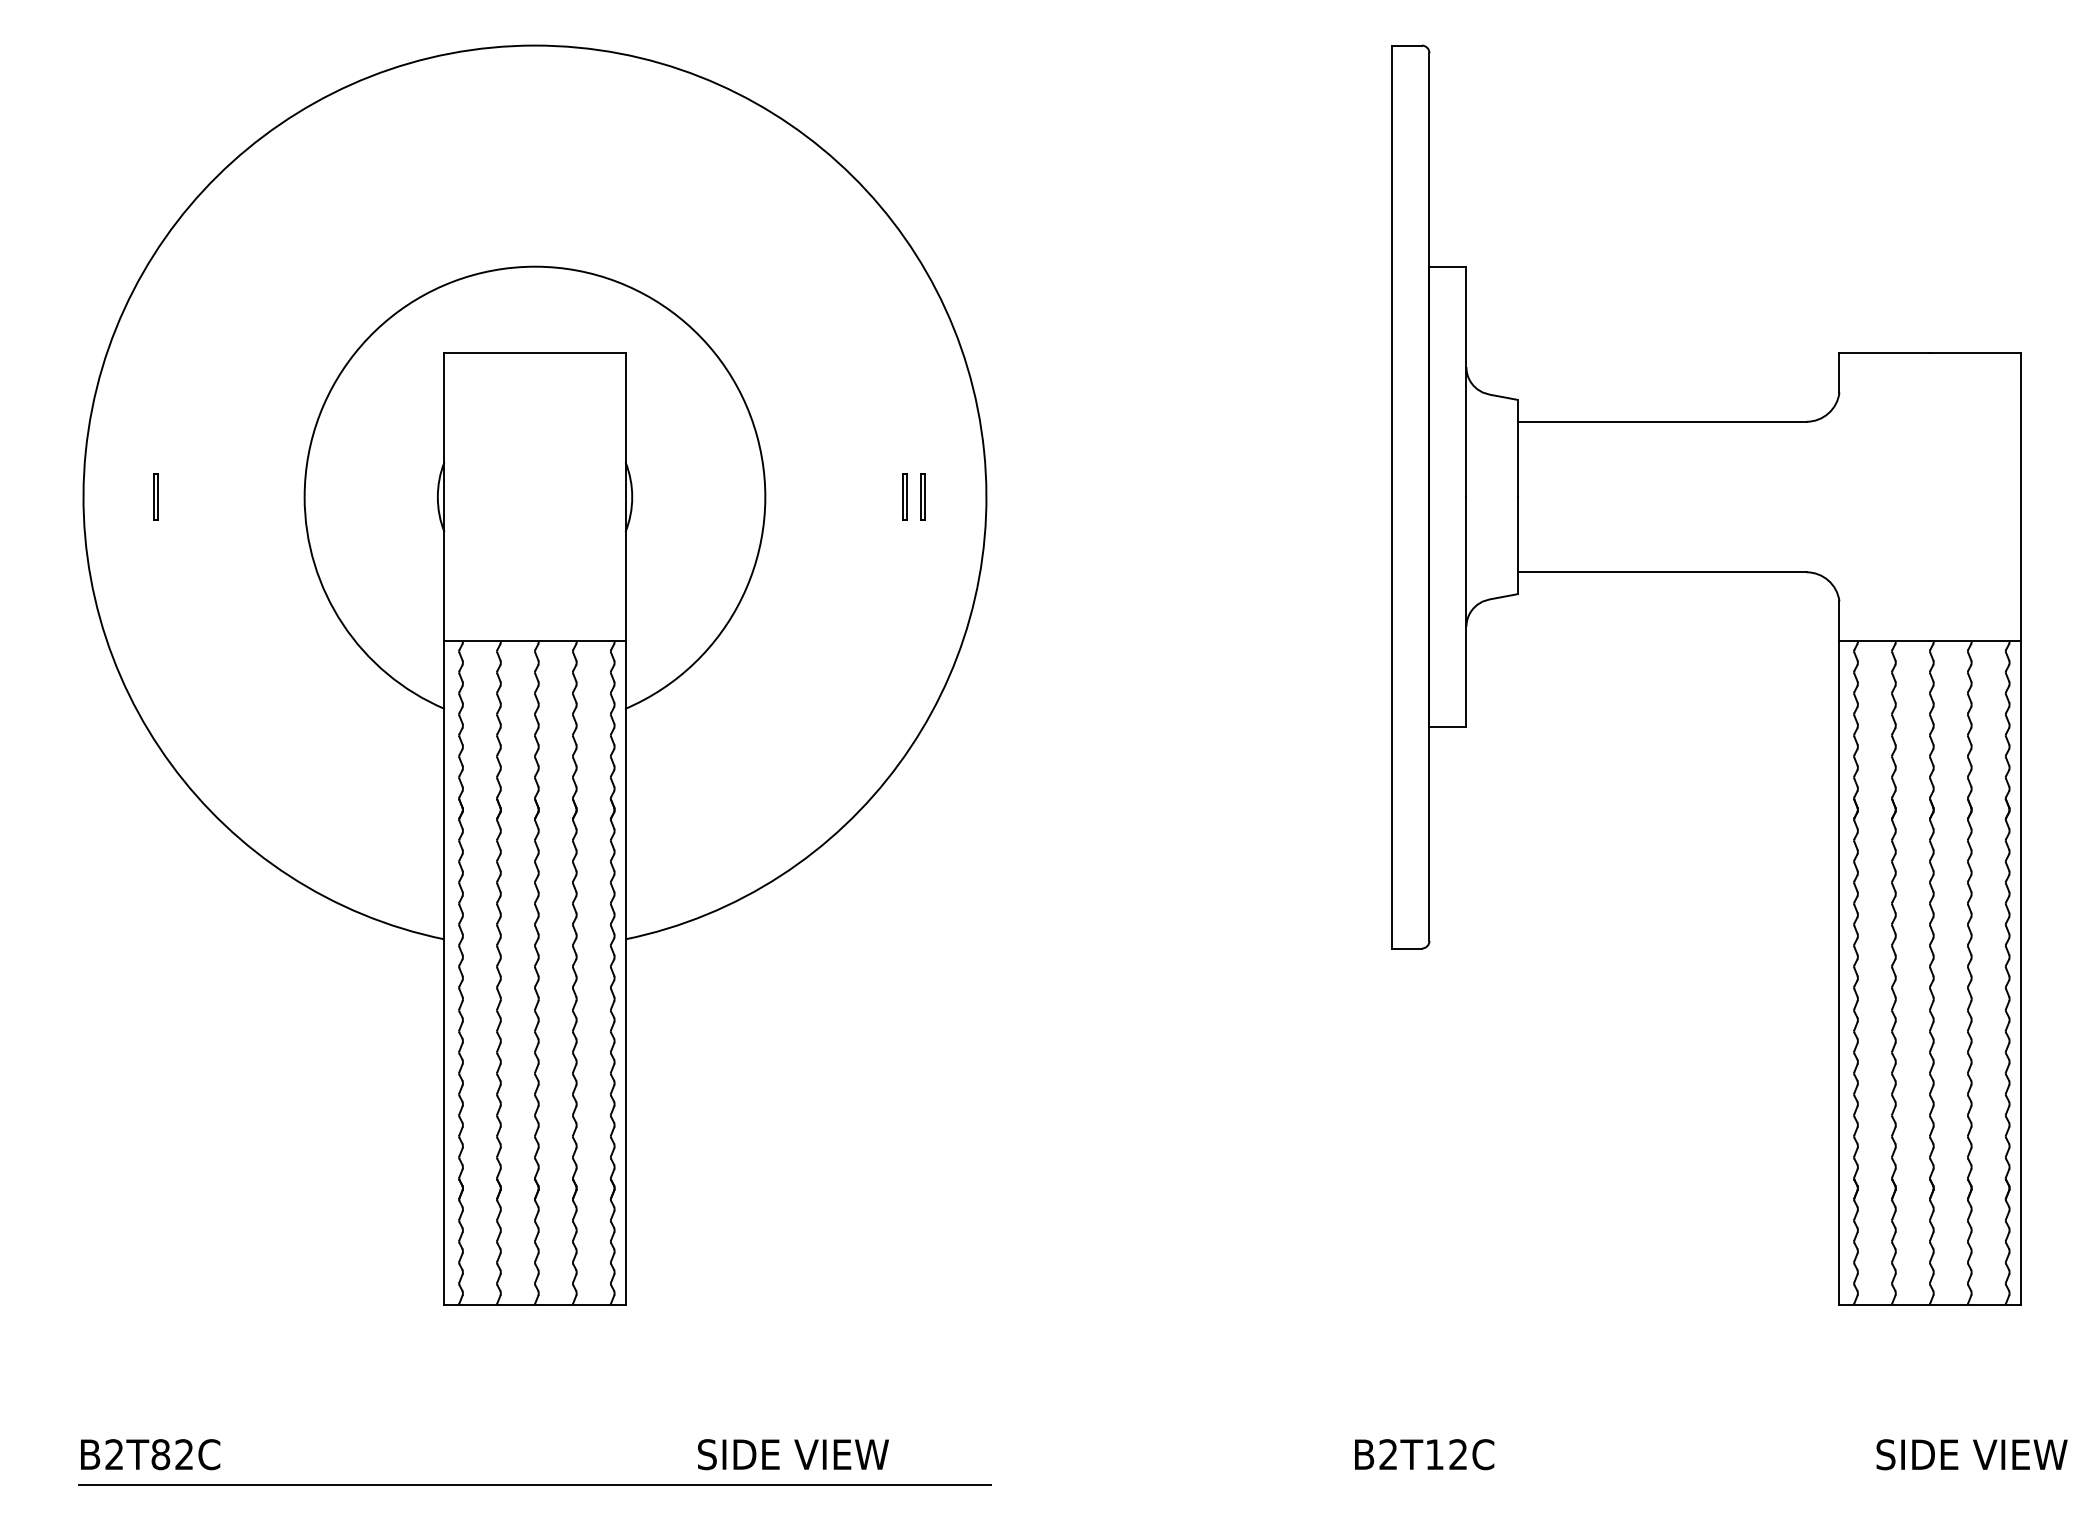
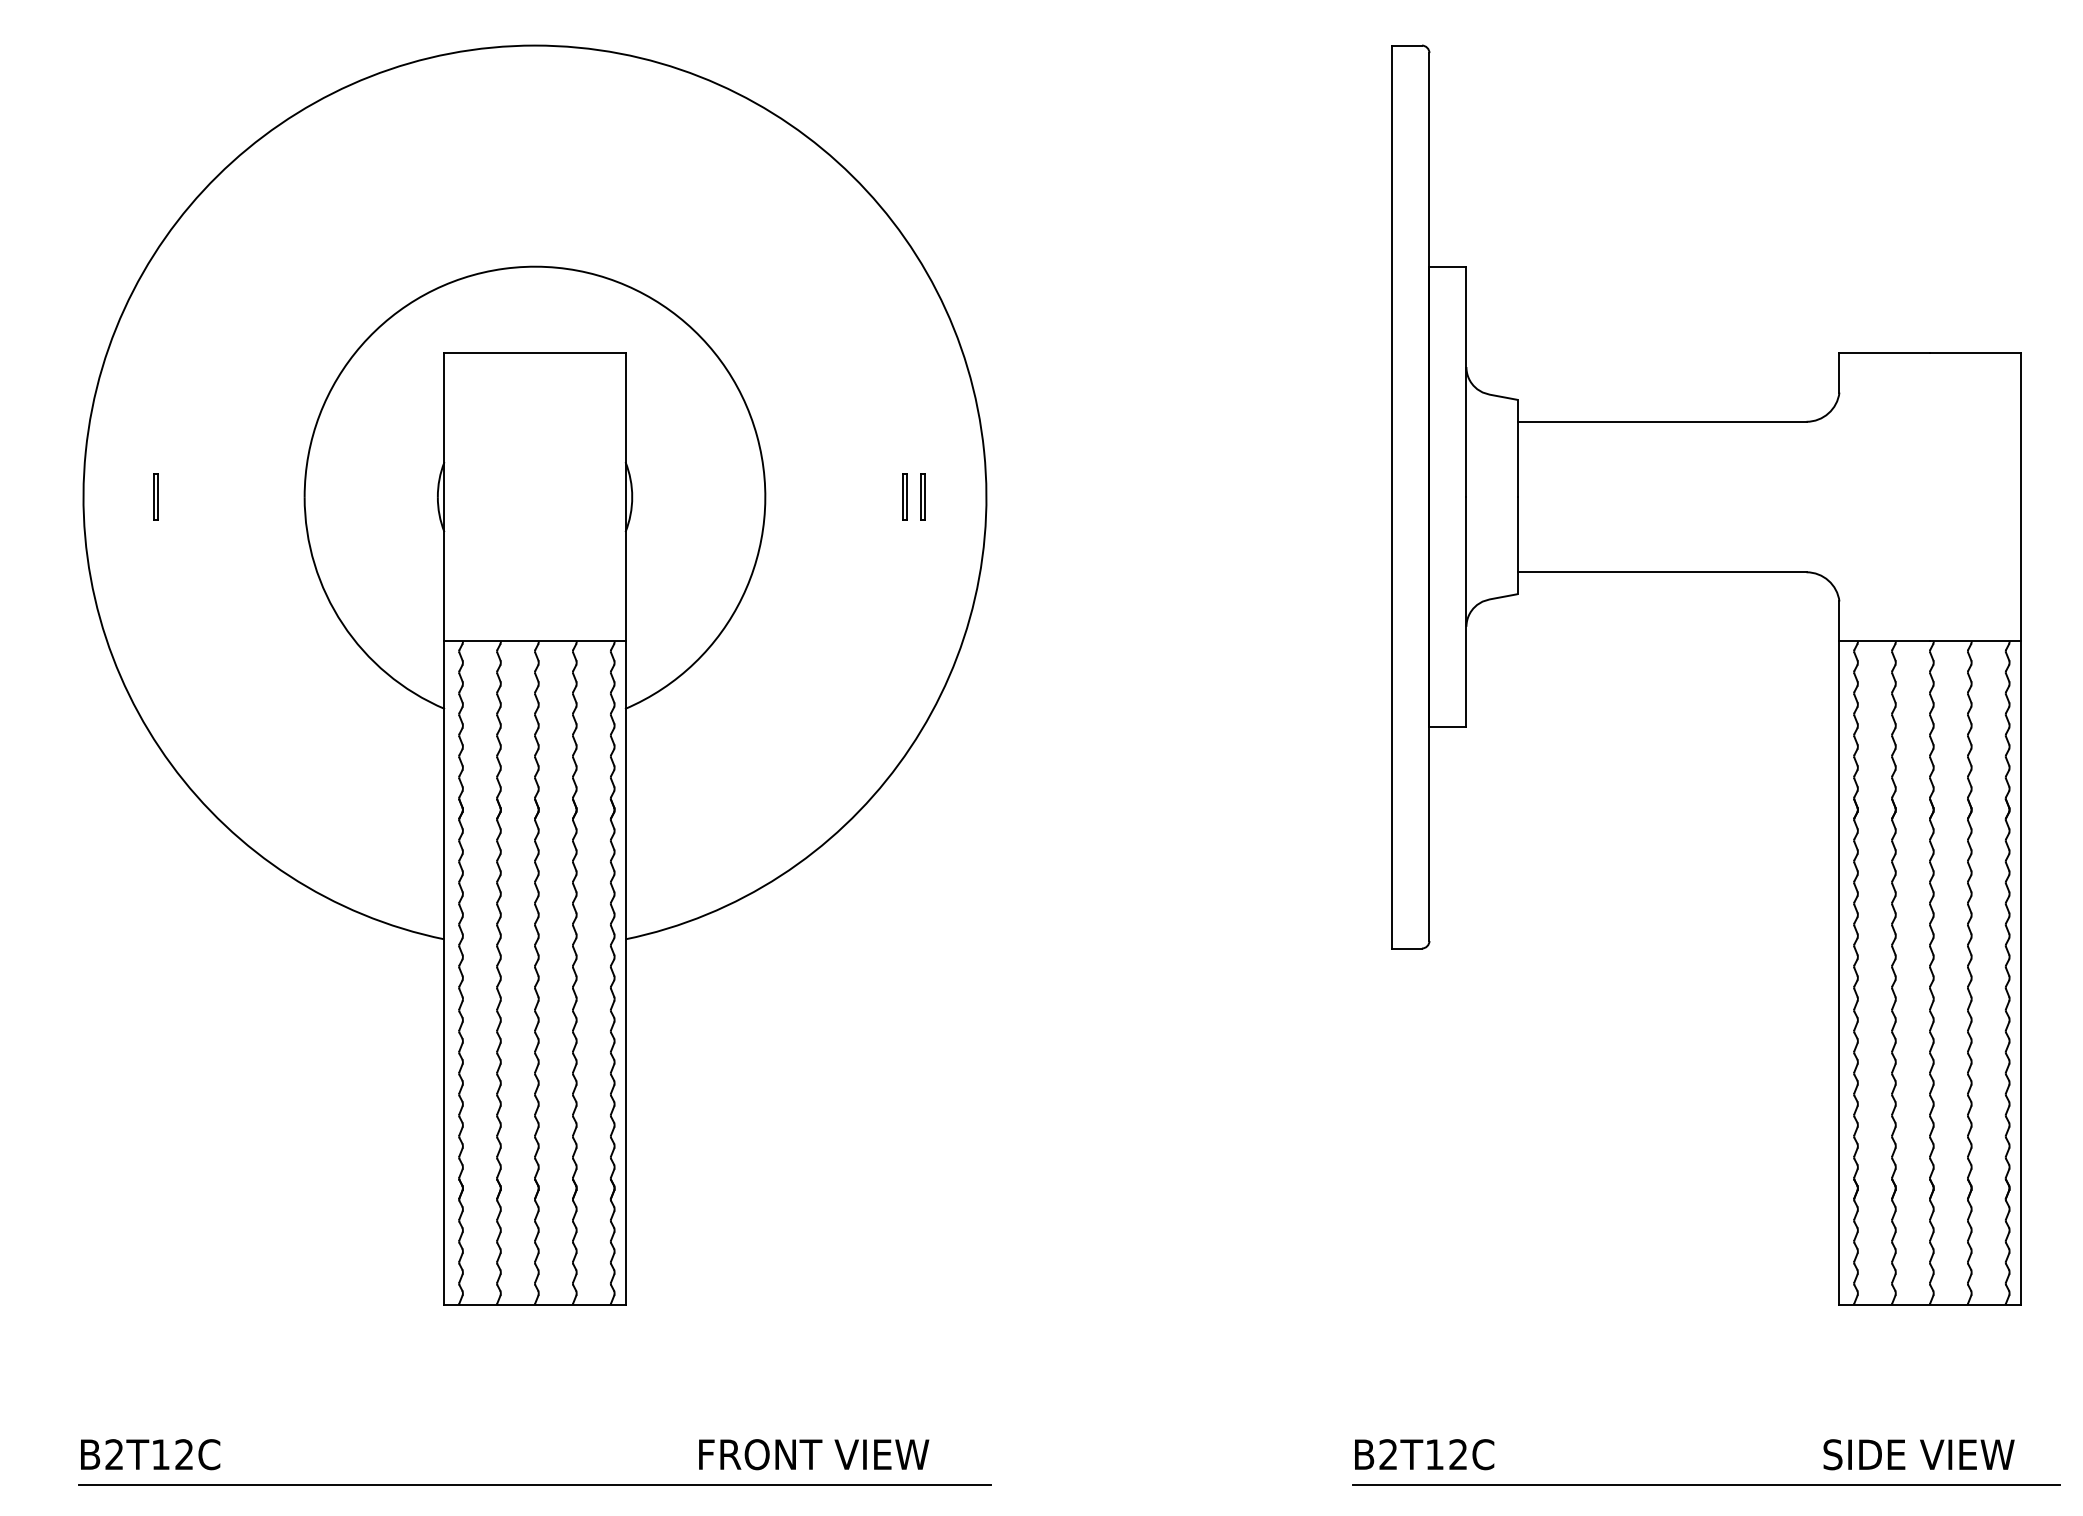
text at (160, 1454): B2T82C -> B2T12C
text at (813, 1454): SIDE VIEW -> FRONT VIEW
text at (1971, 1454) position: (1971, 1454) -> (1918, 1454)
line at (1705, 1485): none -> present
